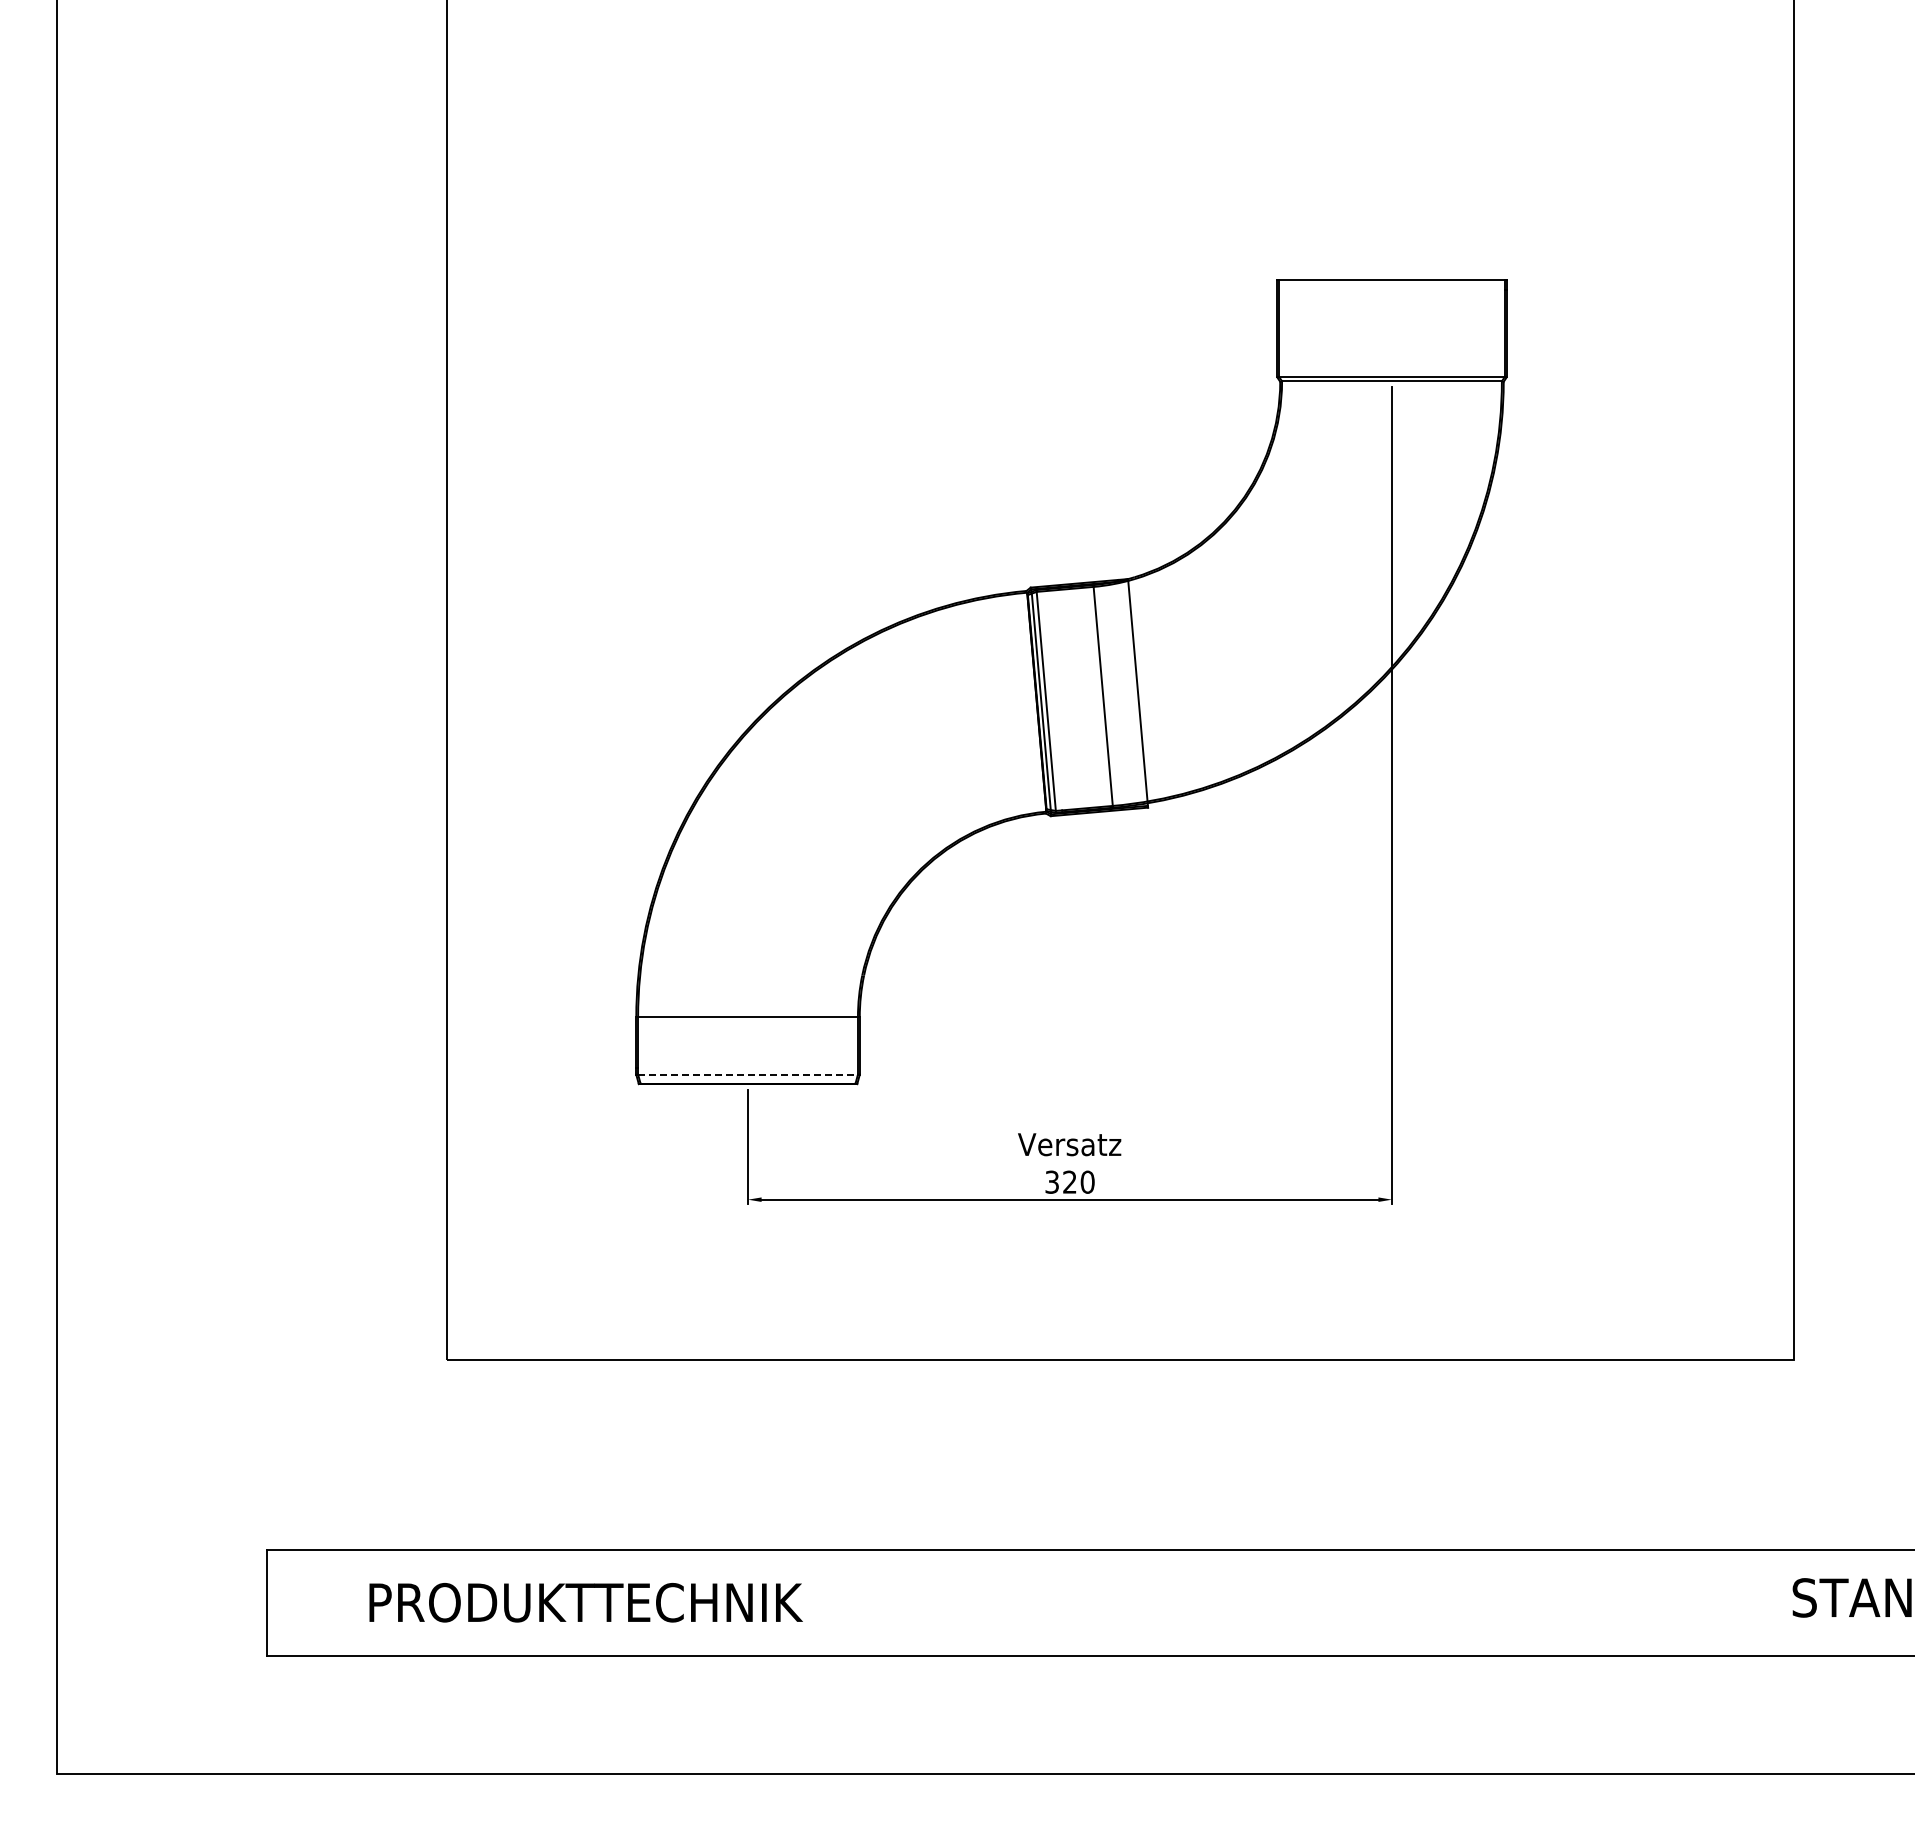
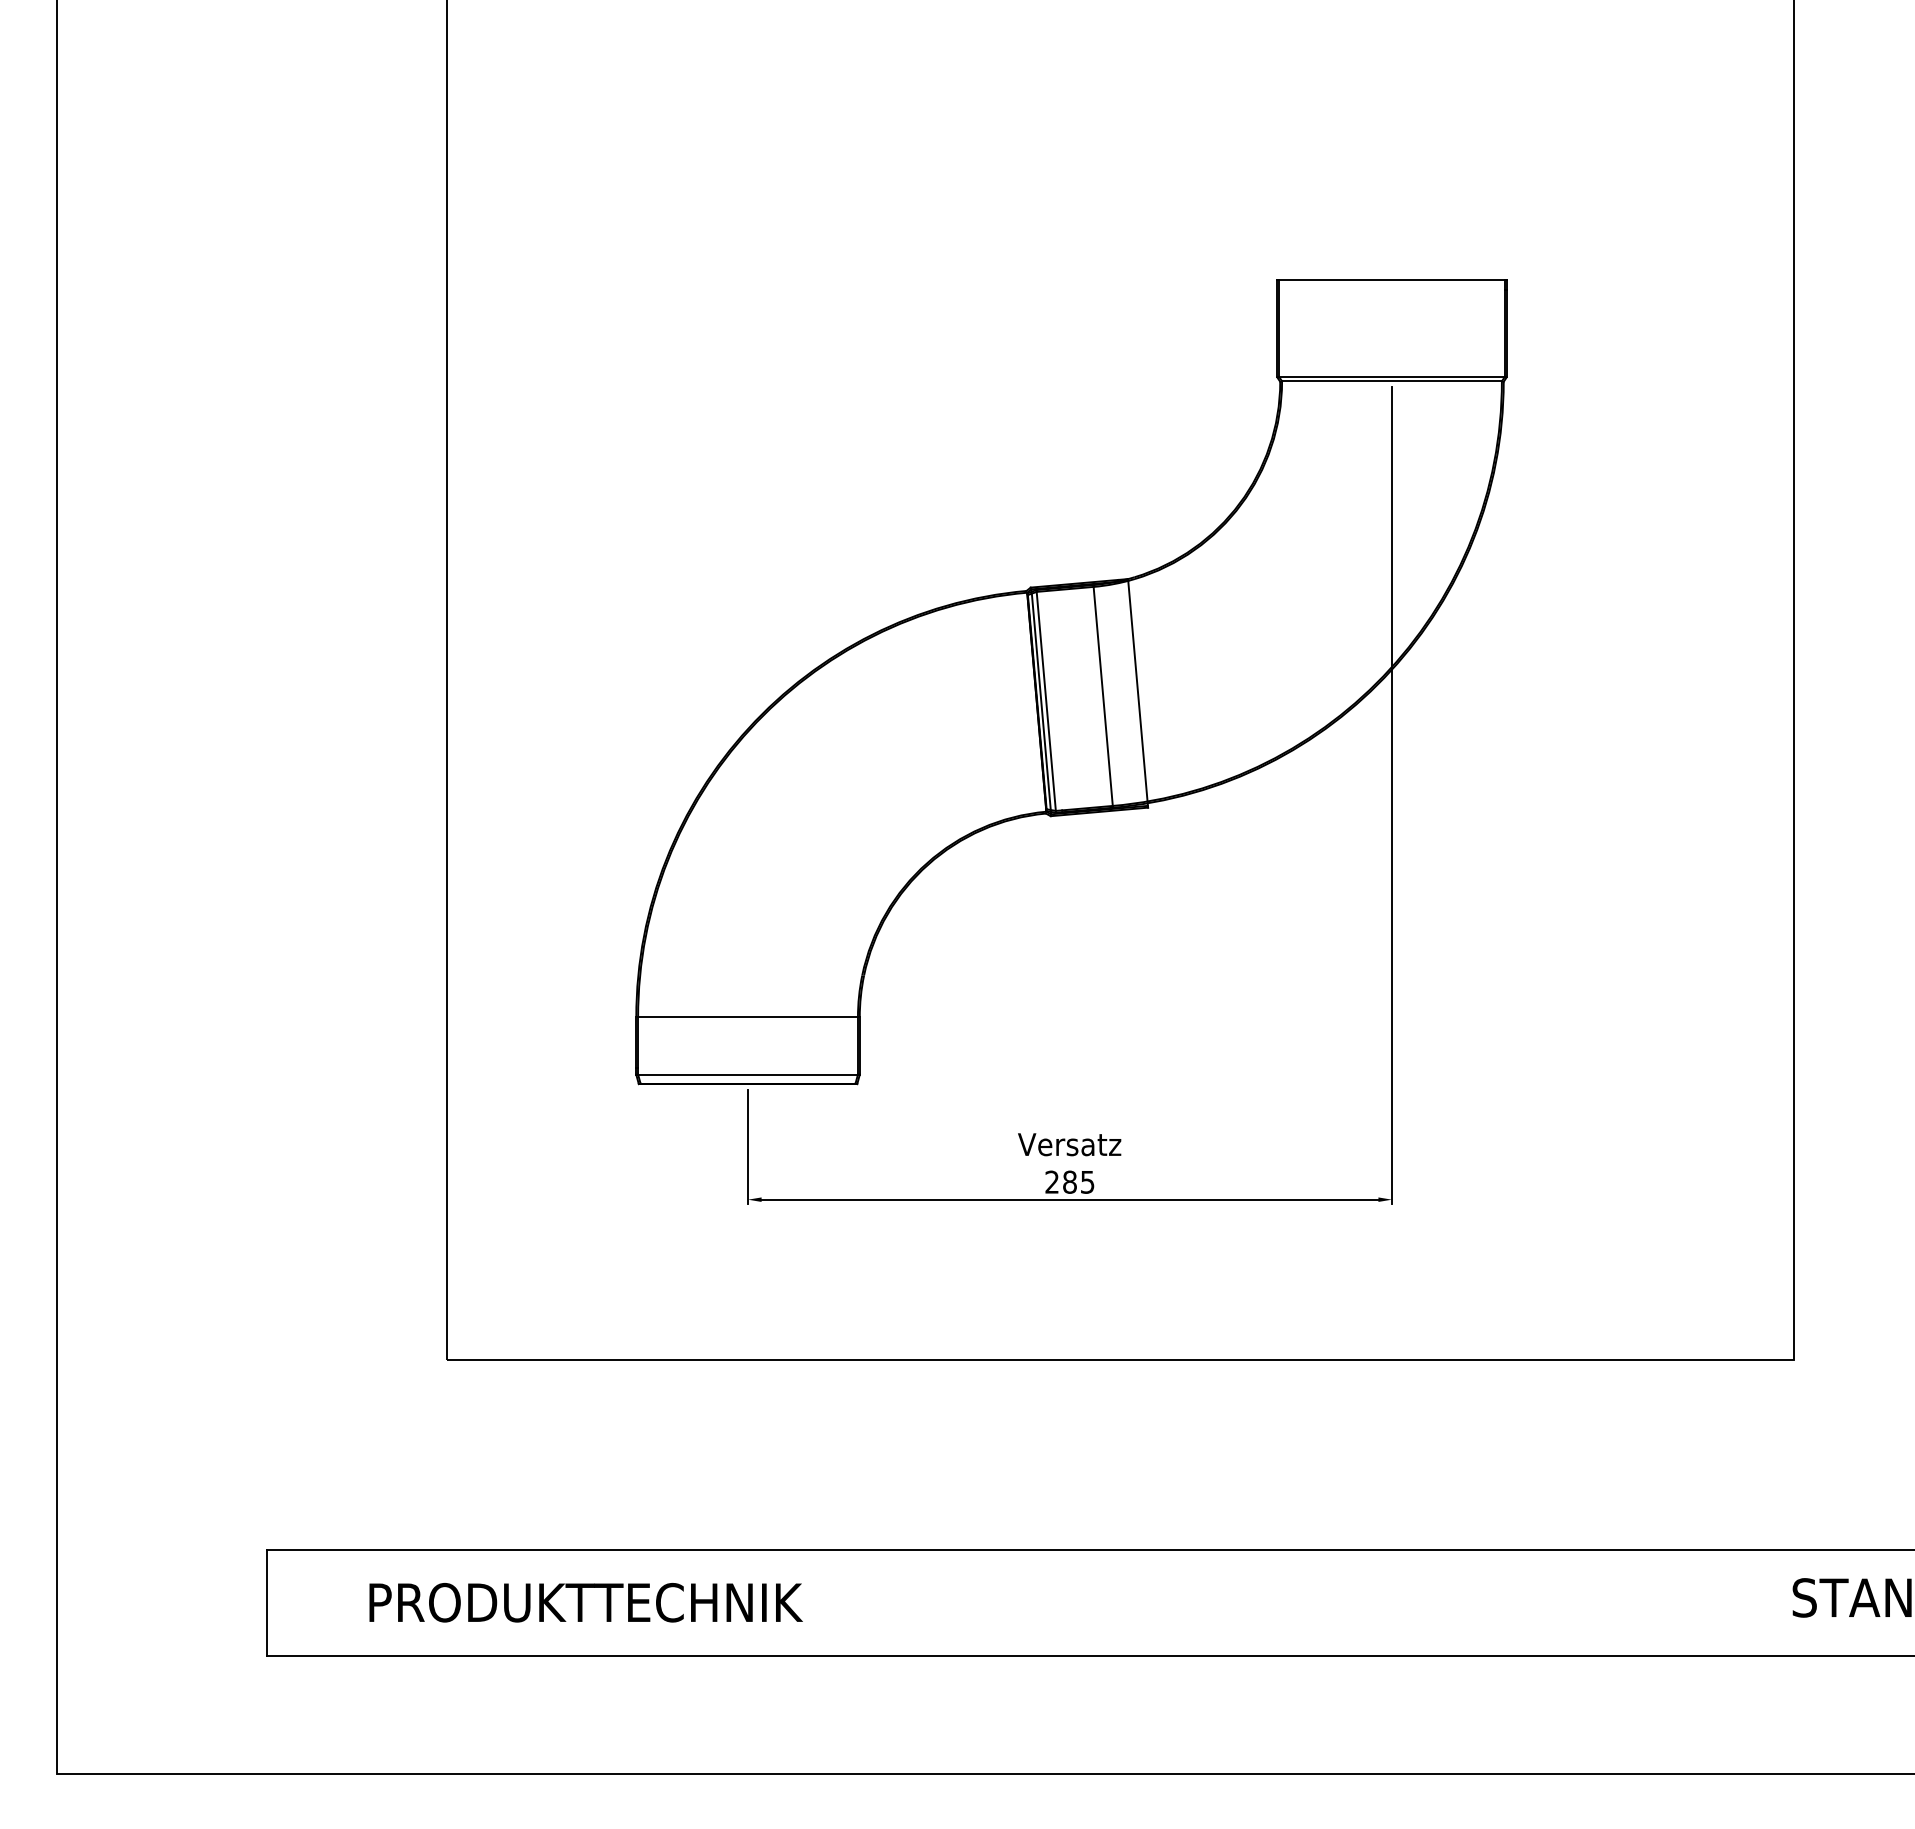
line at (748, 1074): dashed -> solid
text at (1069, 1181): 320 -> 285
